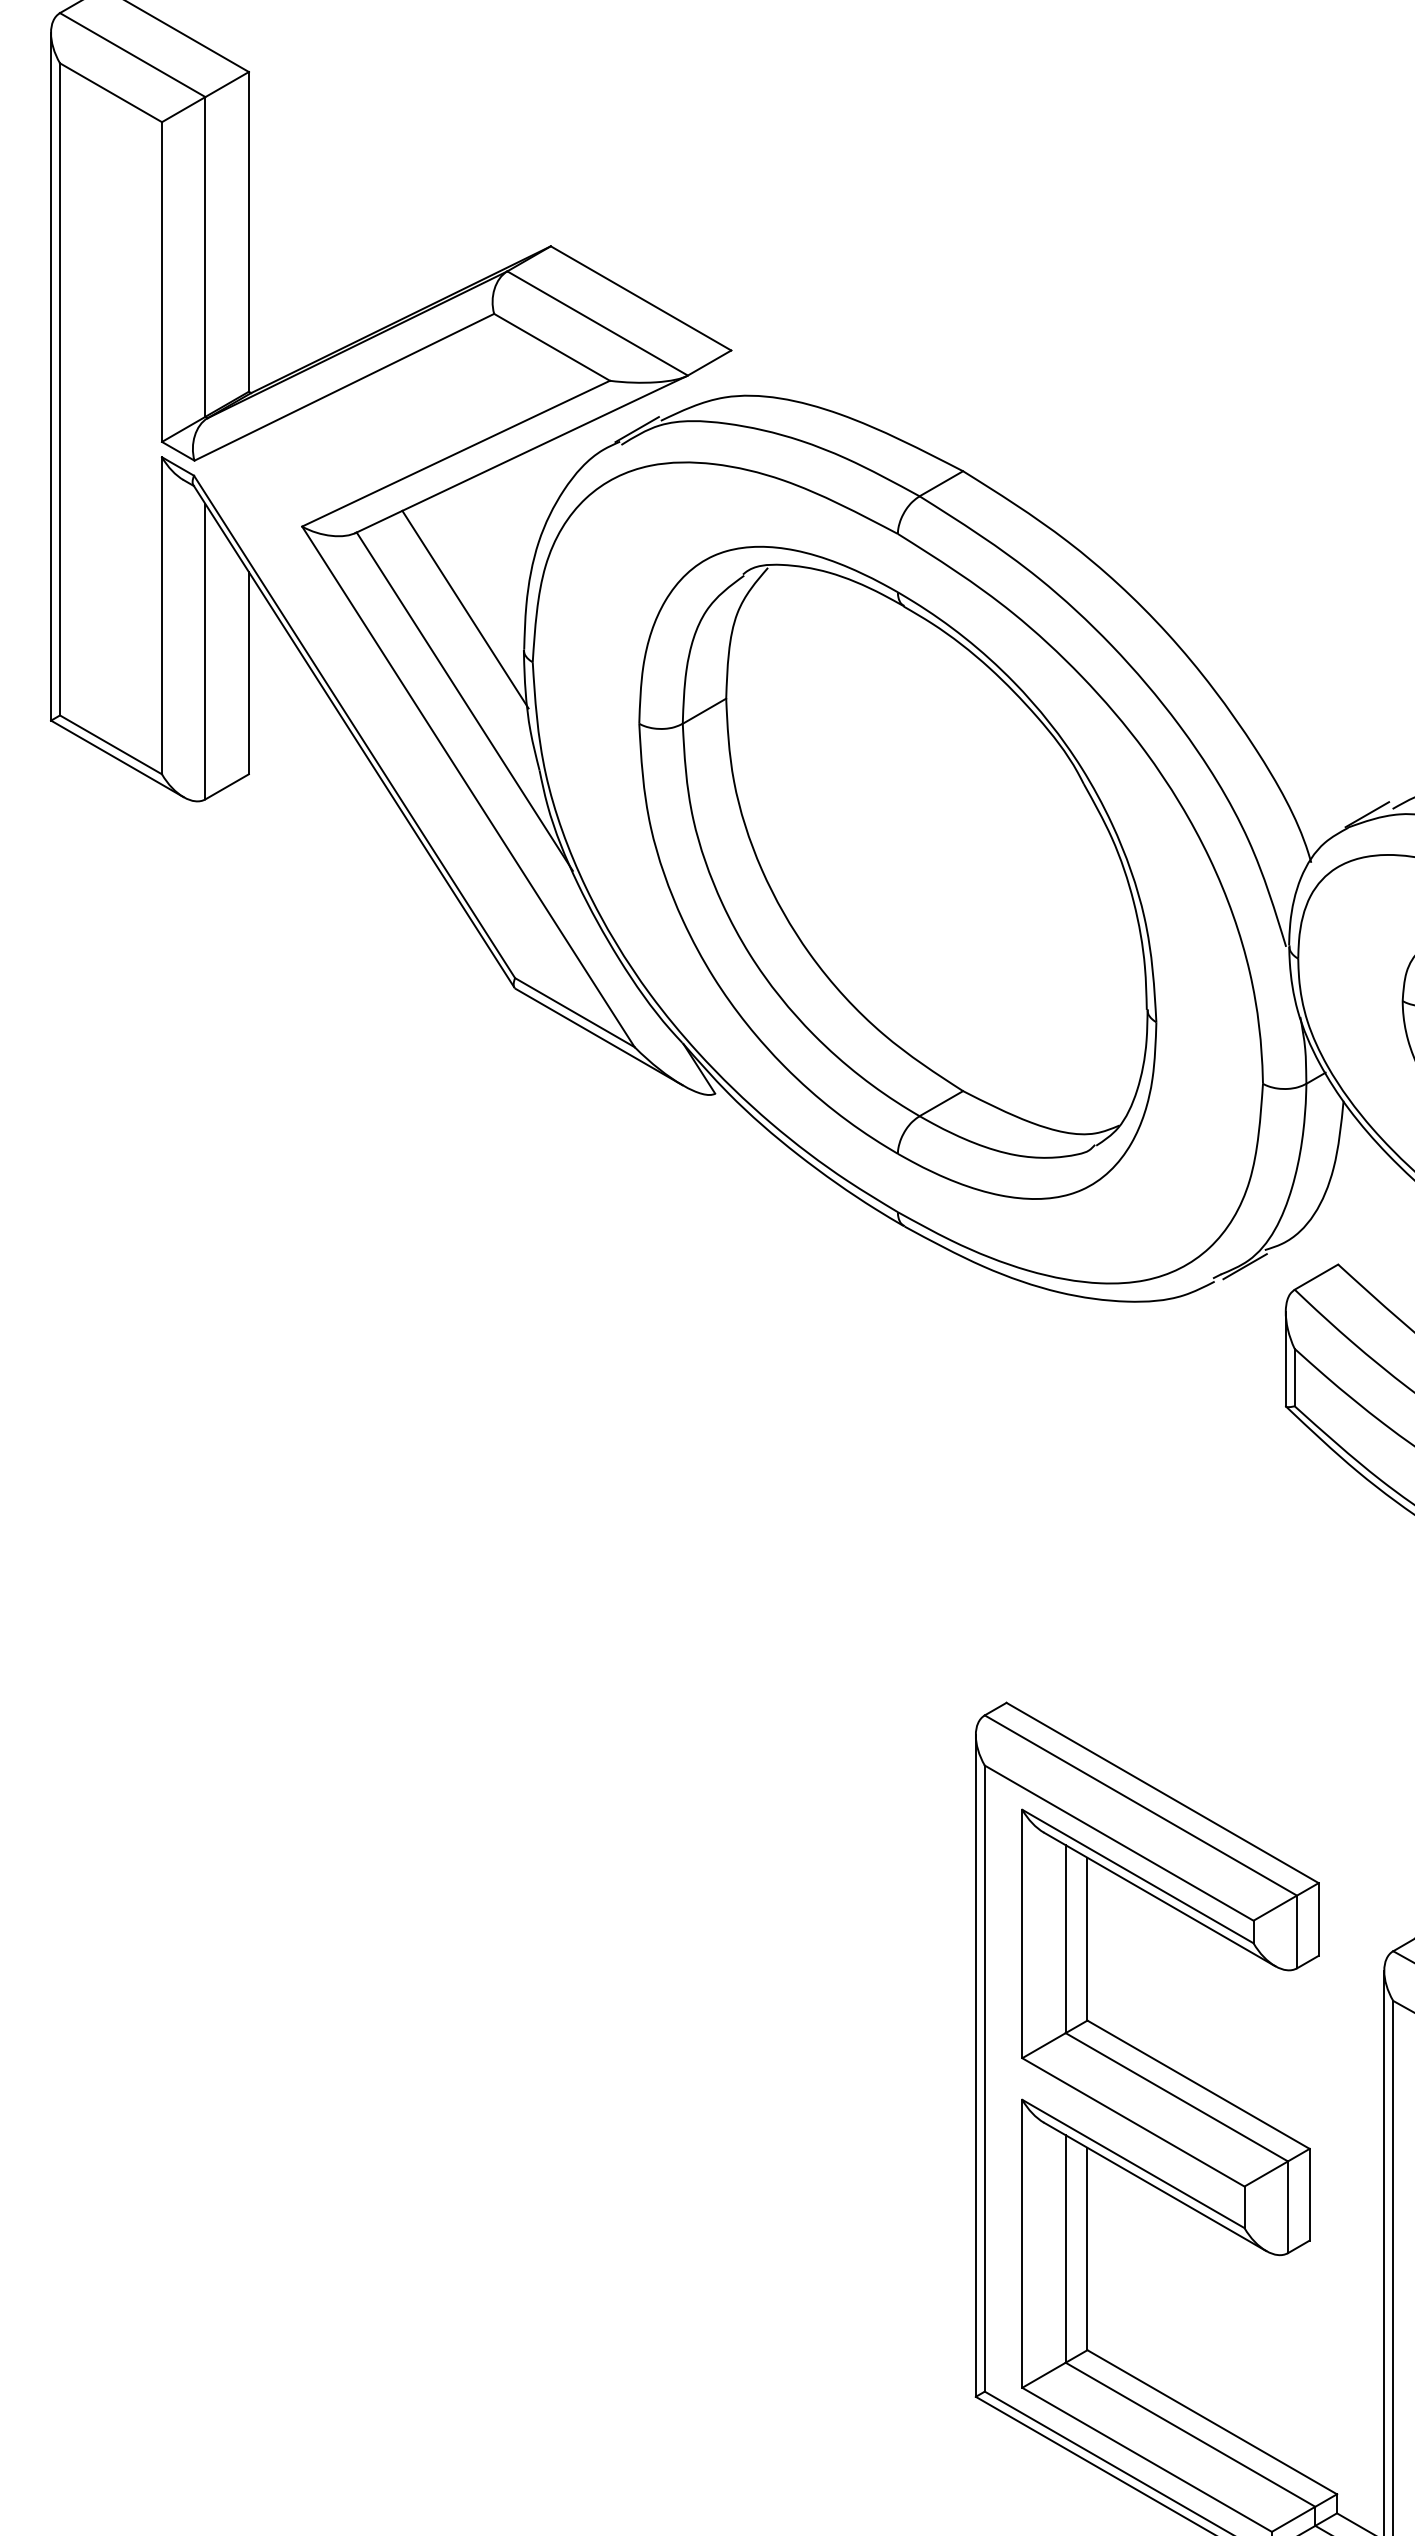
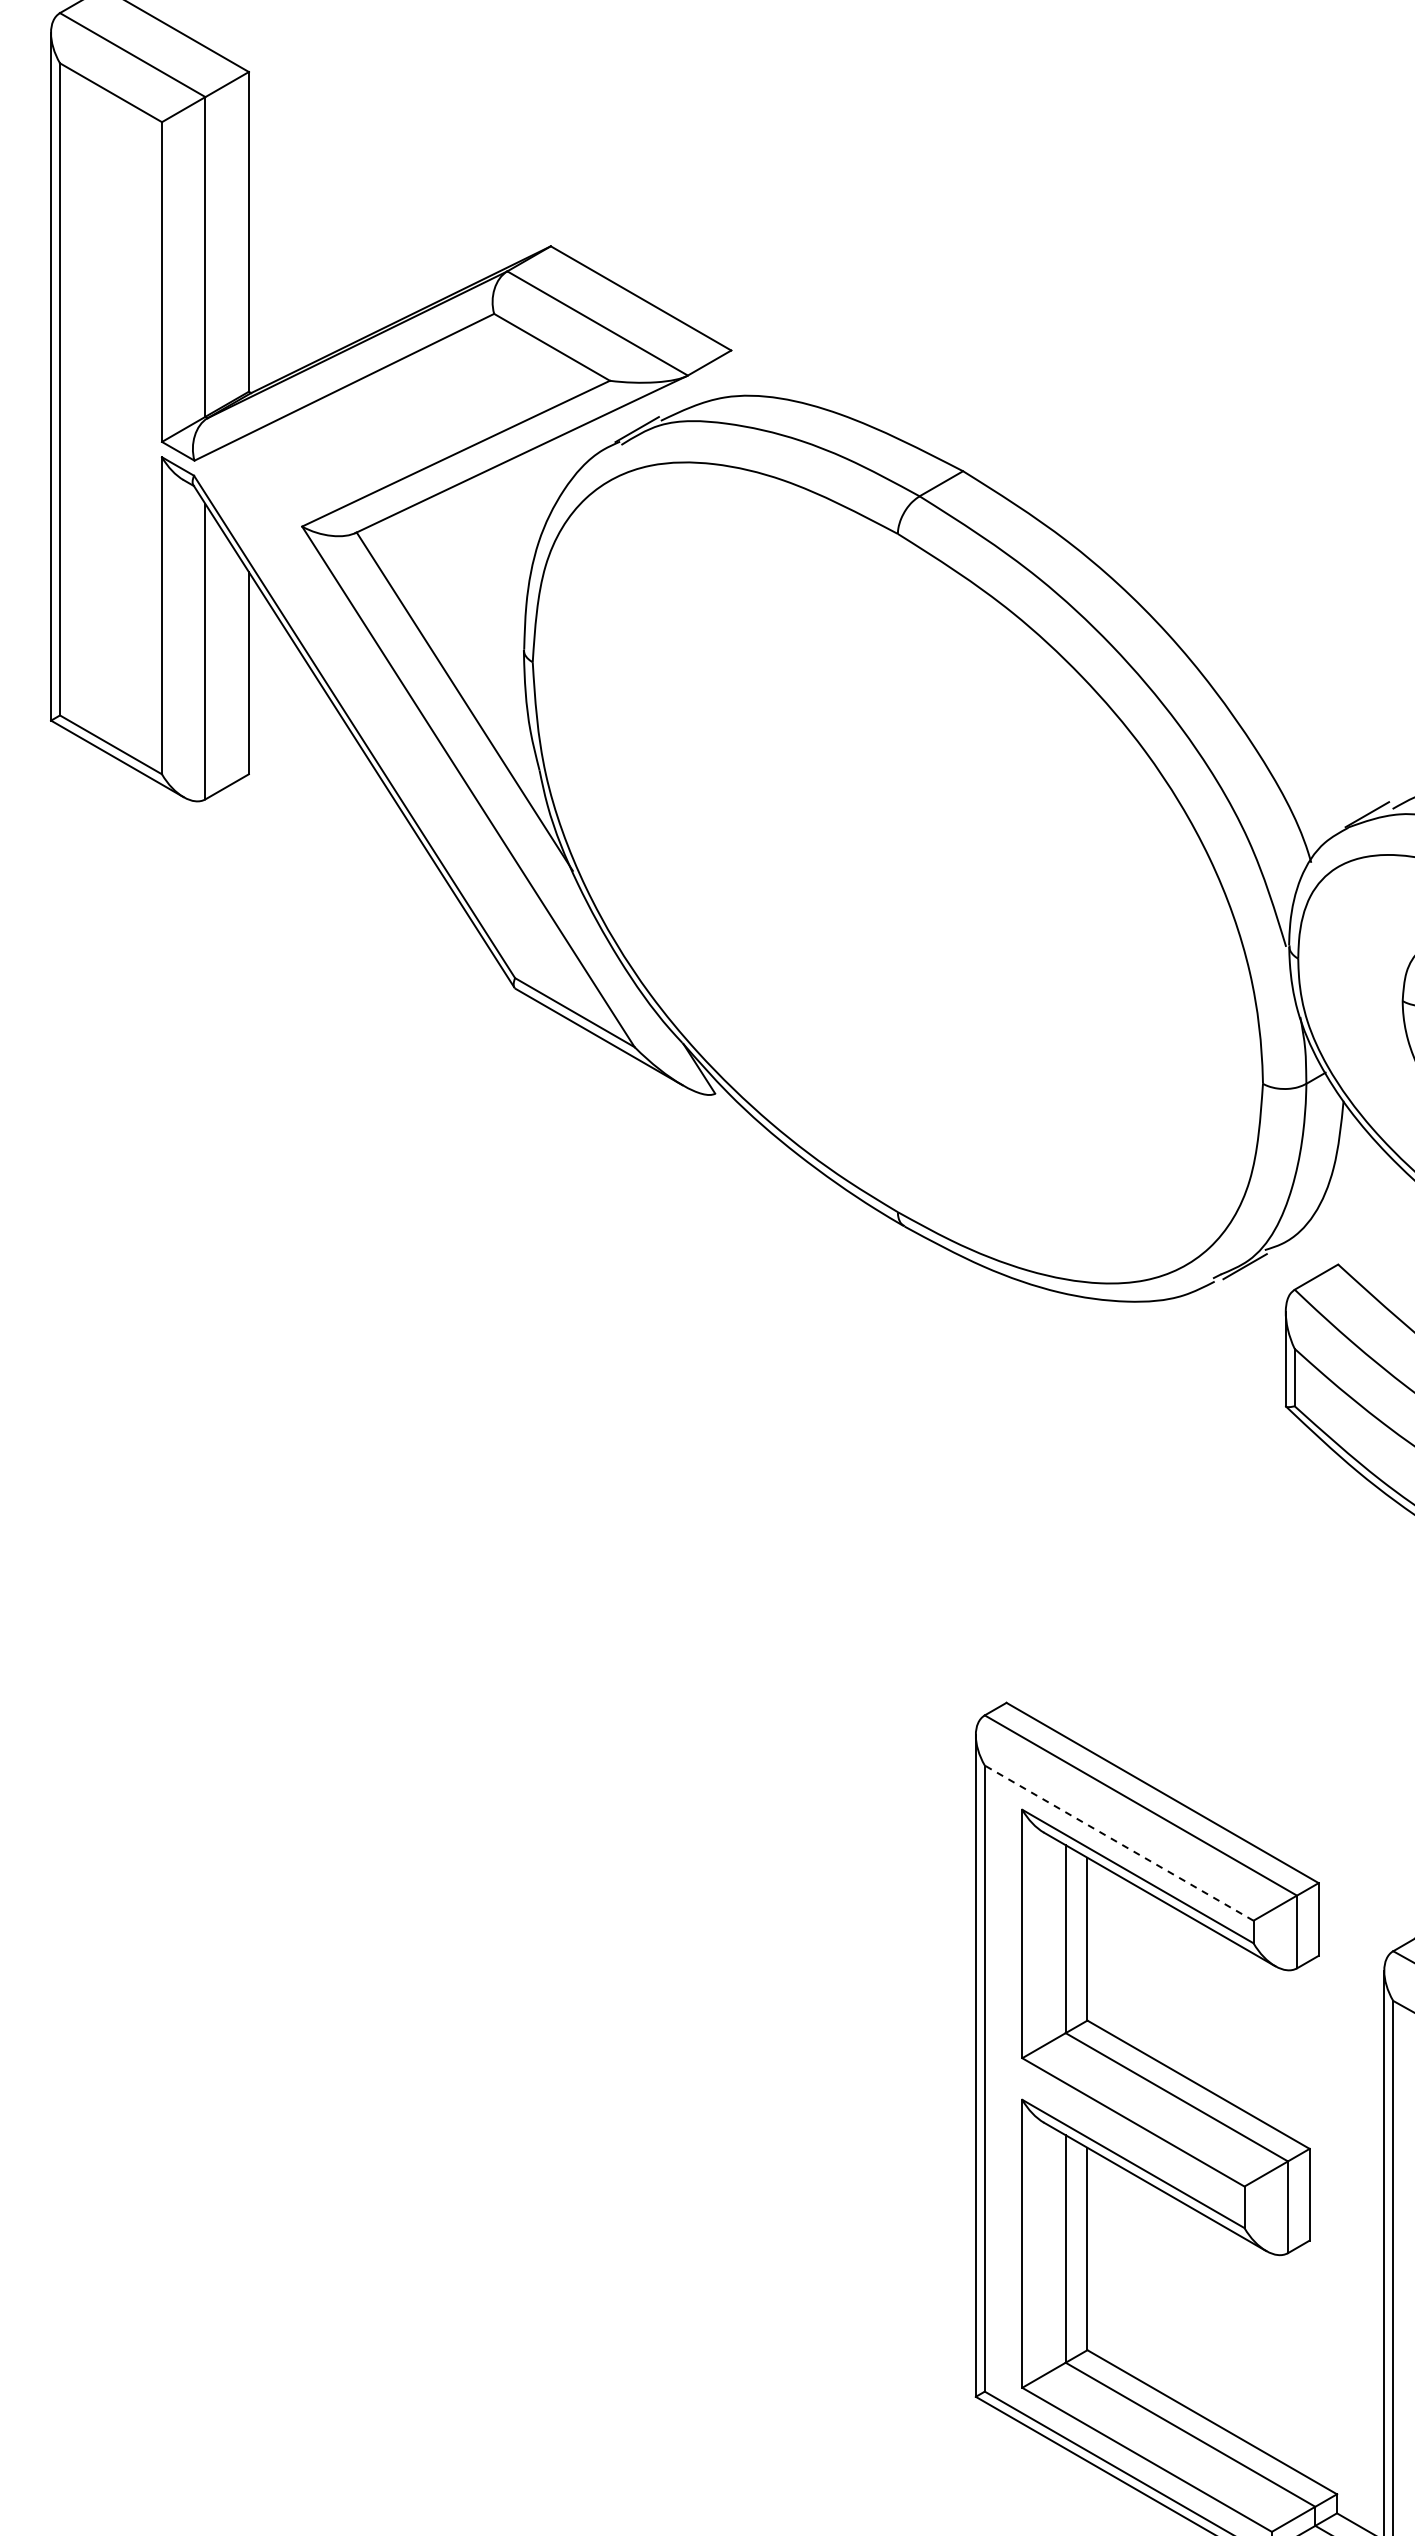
line at (465, 609): present -> none
part at (897, 872): present -> none
line at (1118, 1842): solid -> dashed
